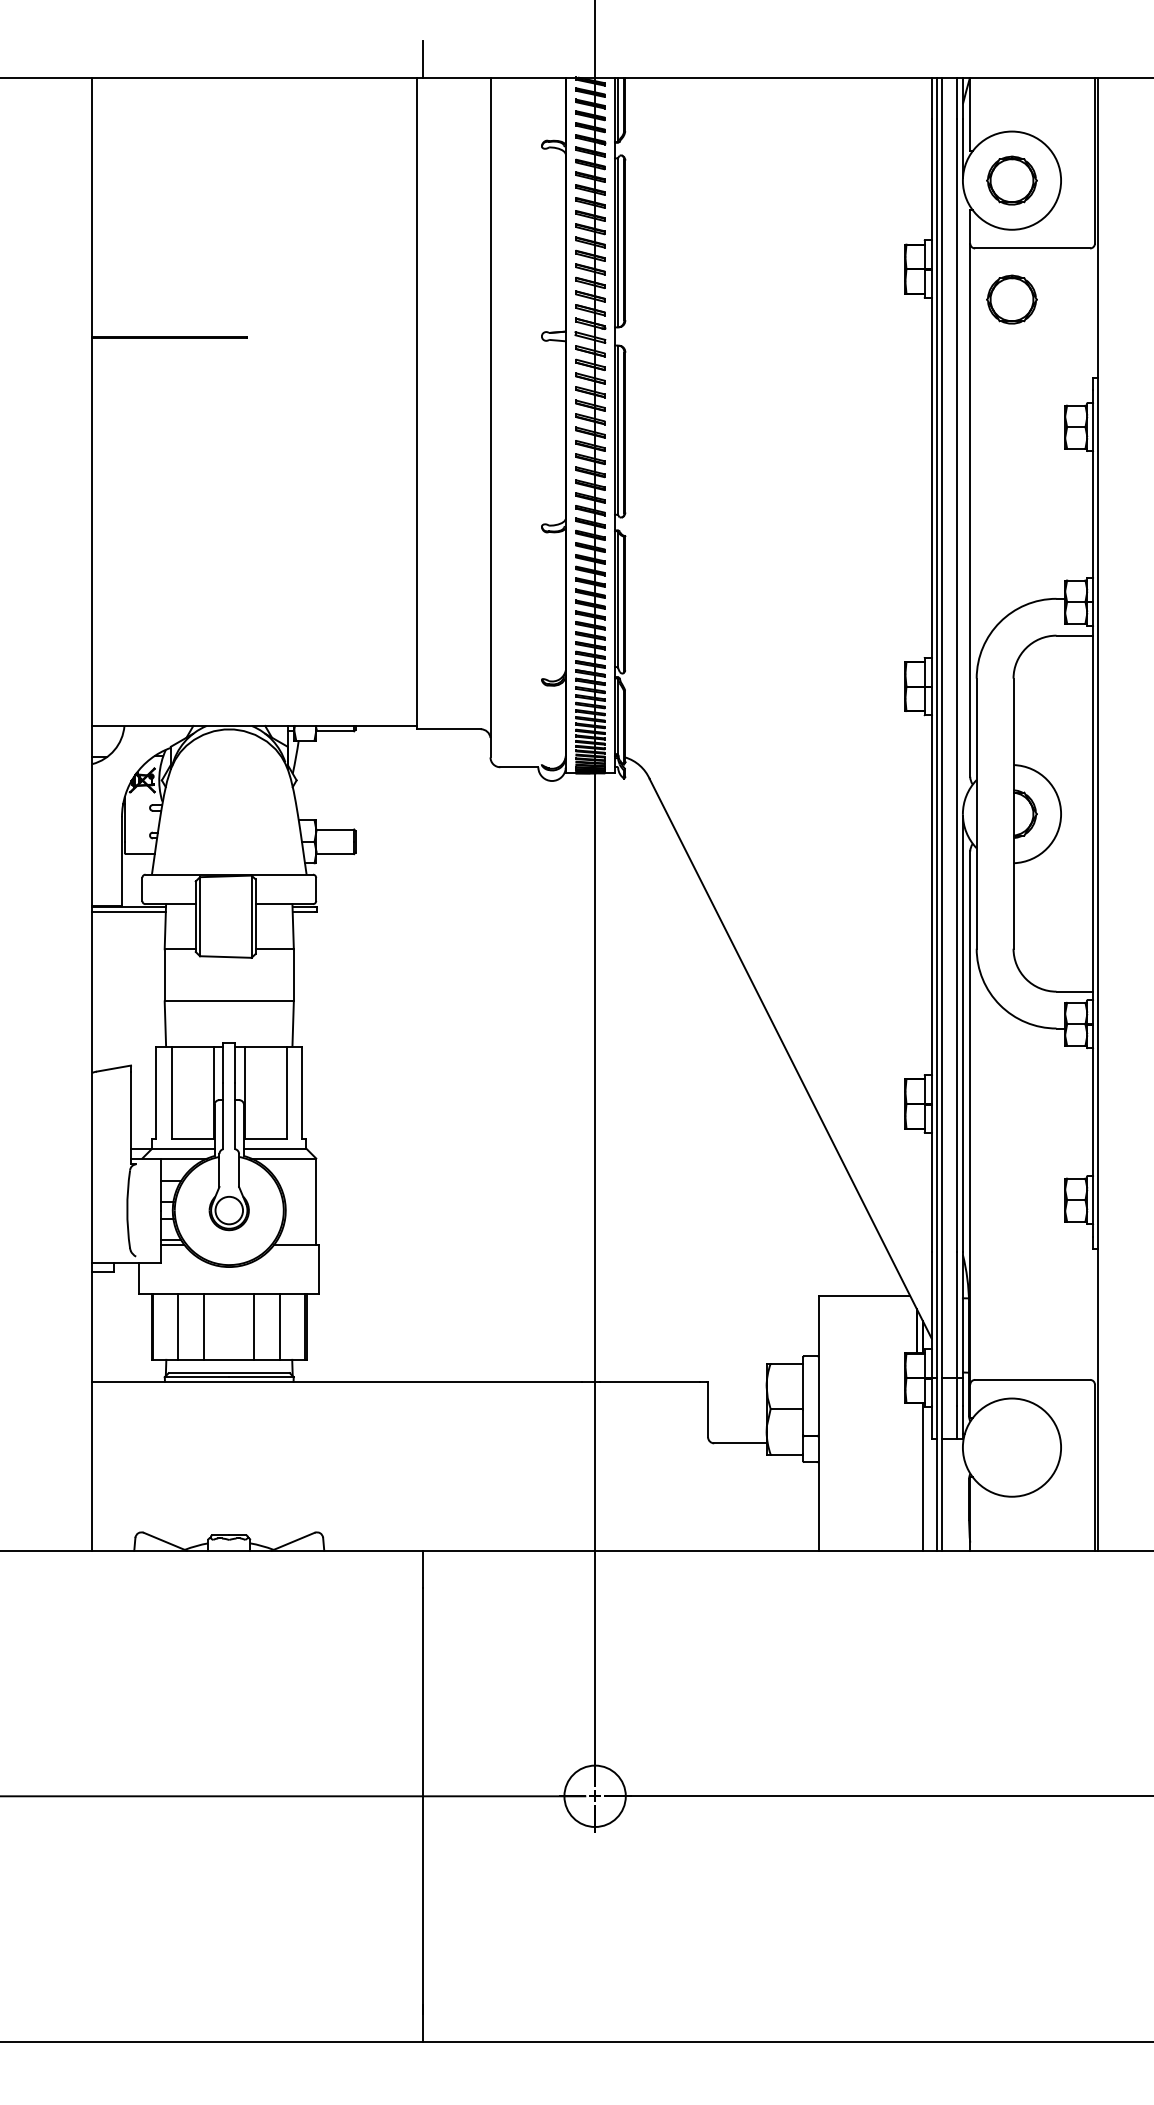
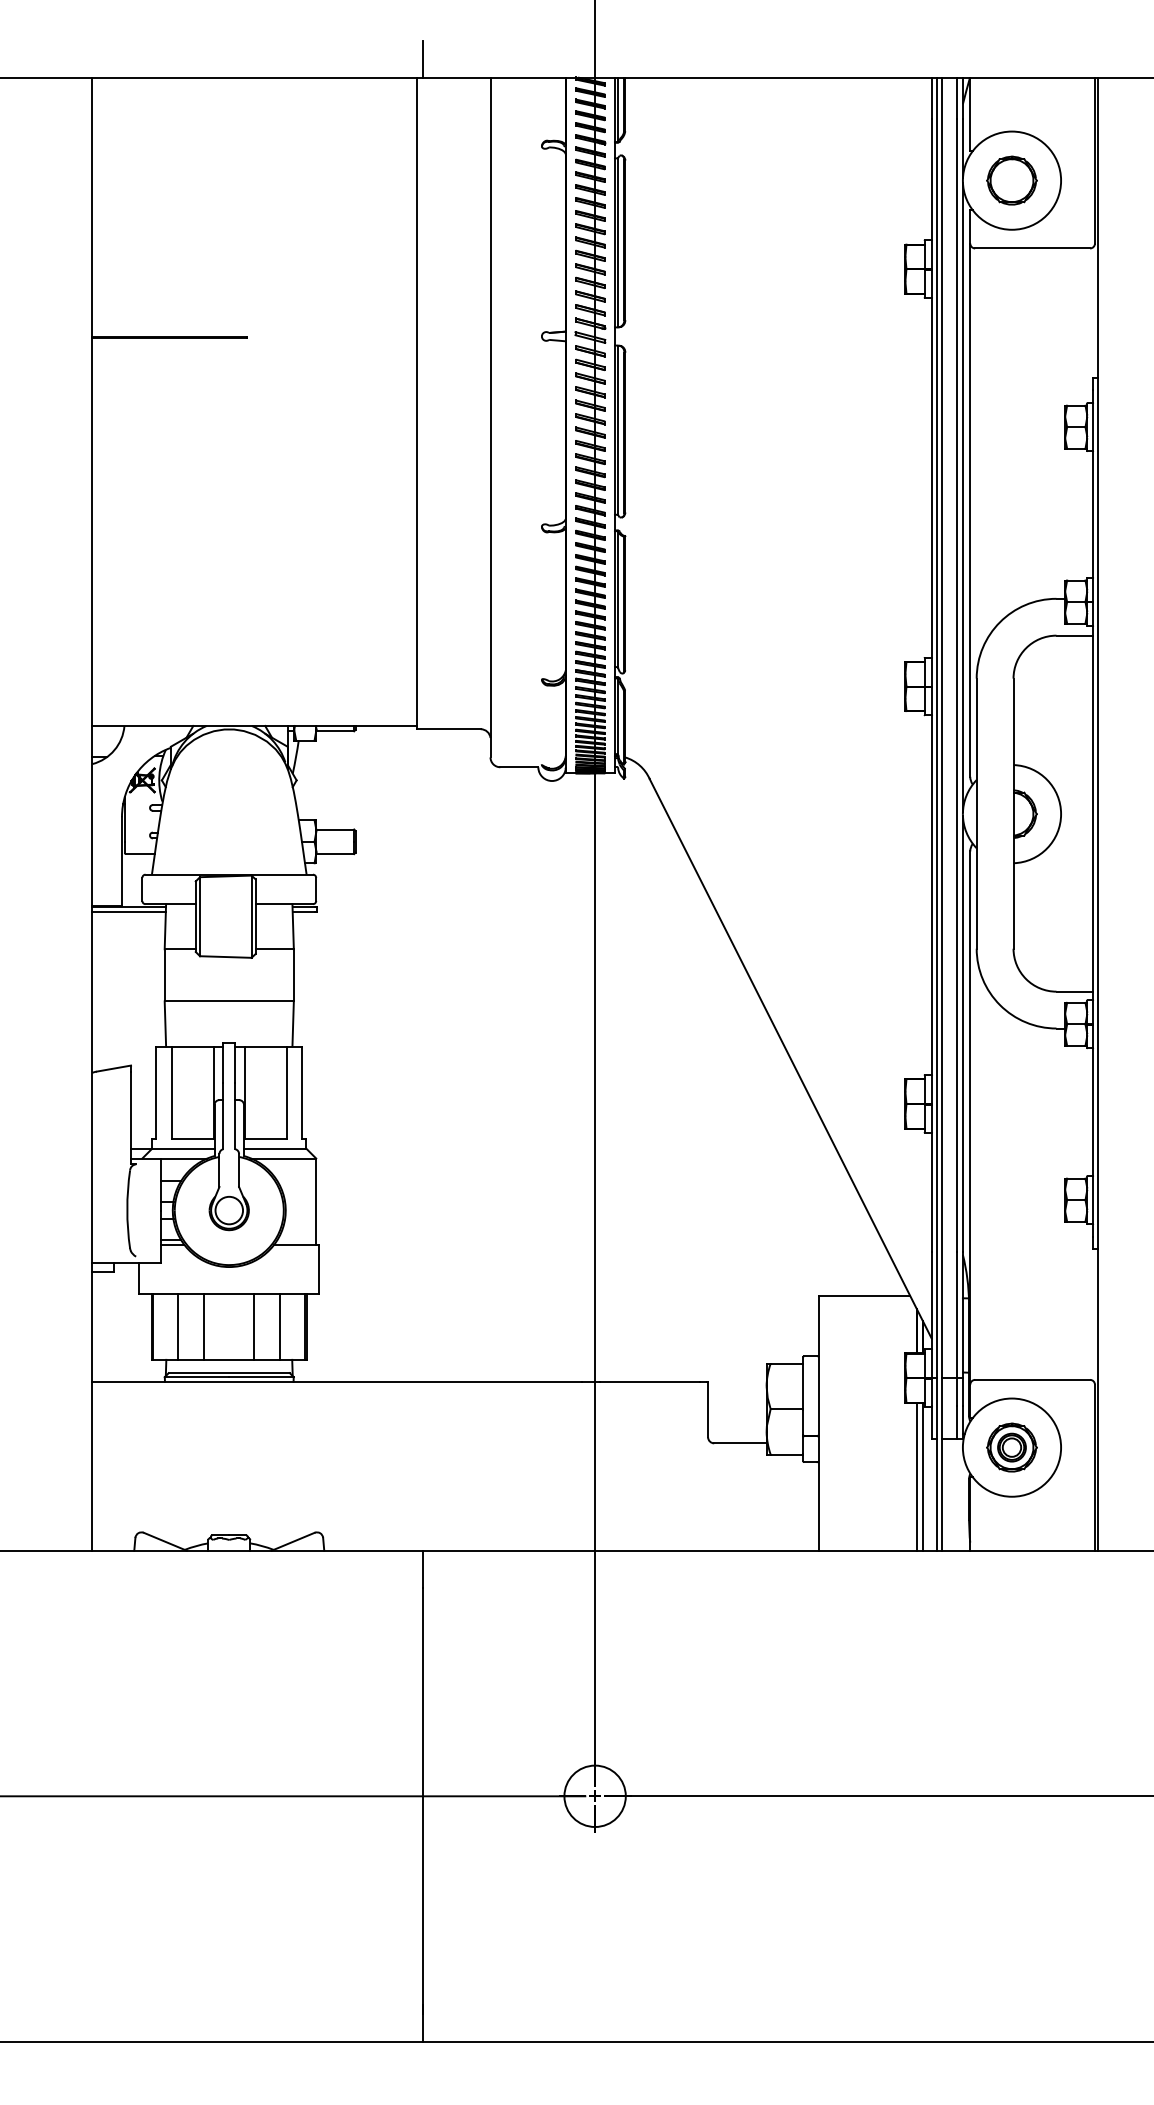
part at (1011, 299): present -> none
line at (962, 496): none -> present
part at (1011, 1447): none -> present
line at (916, 1476): none -> present
